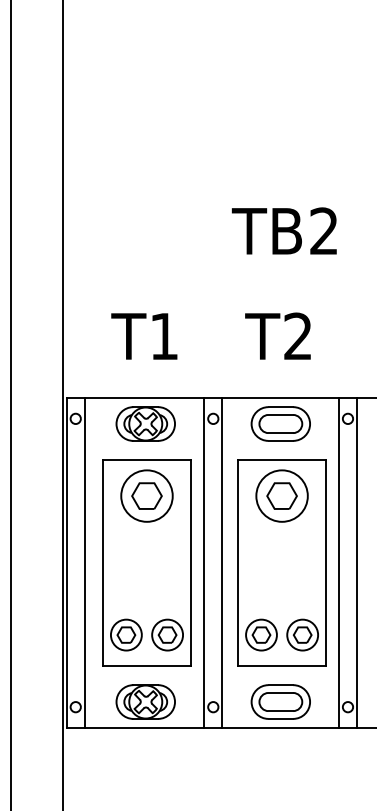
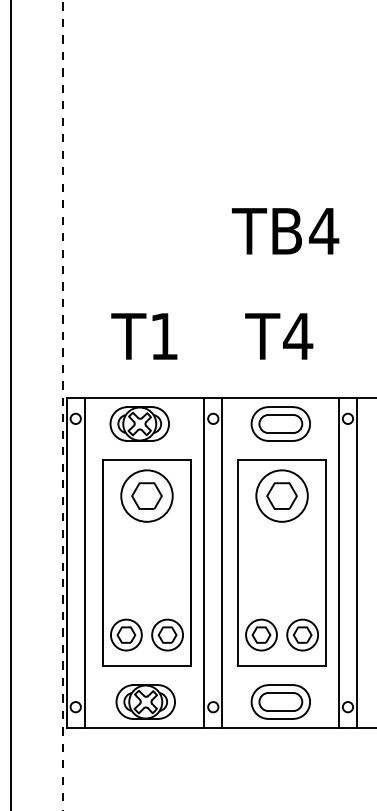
text at (324, 230): TB2 -> TB4
text at (298, 335): T2 -> T4
line at (62, 405): solid -> dashed
part at (145, 423) position: (145, 423) -> (139, 423)
